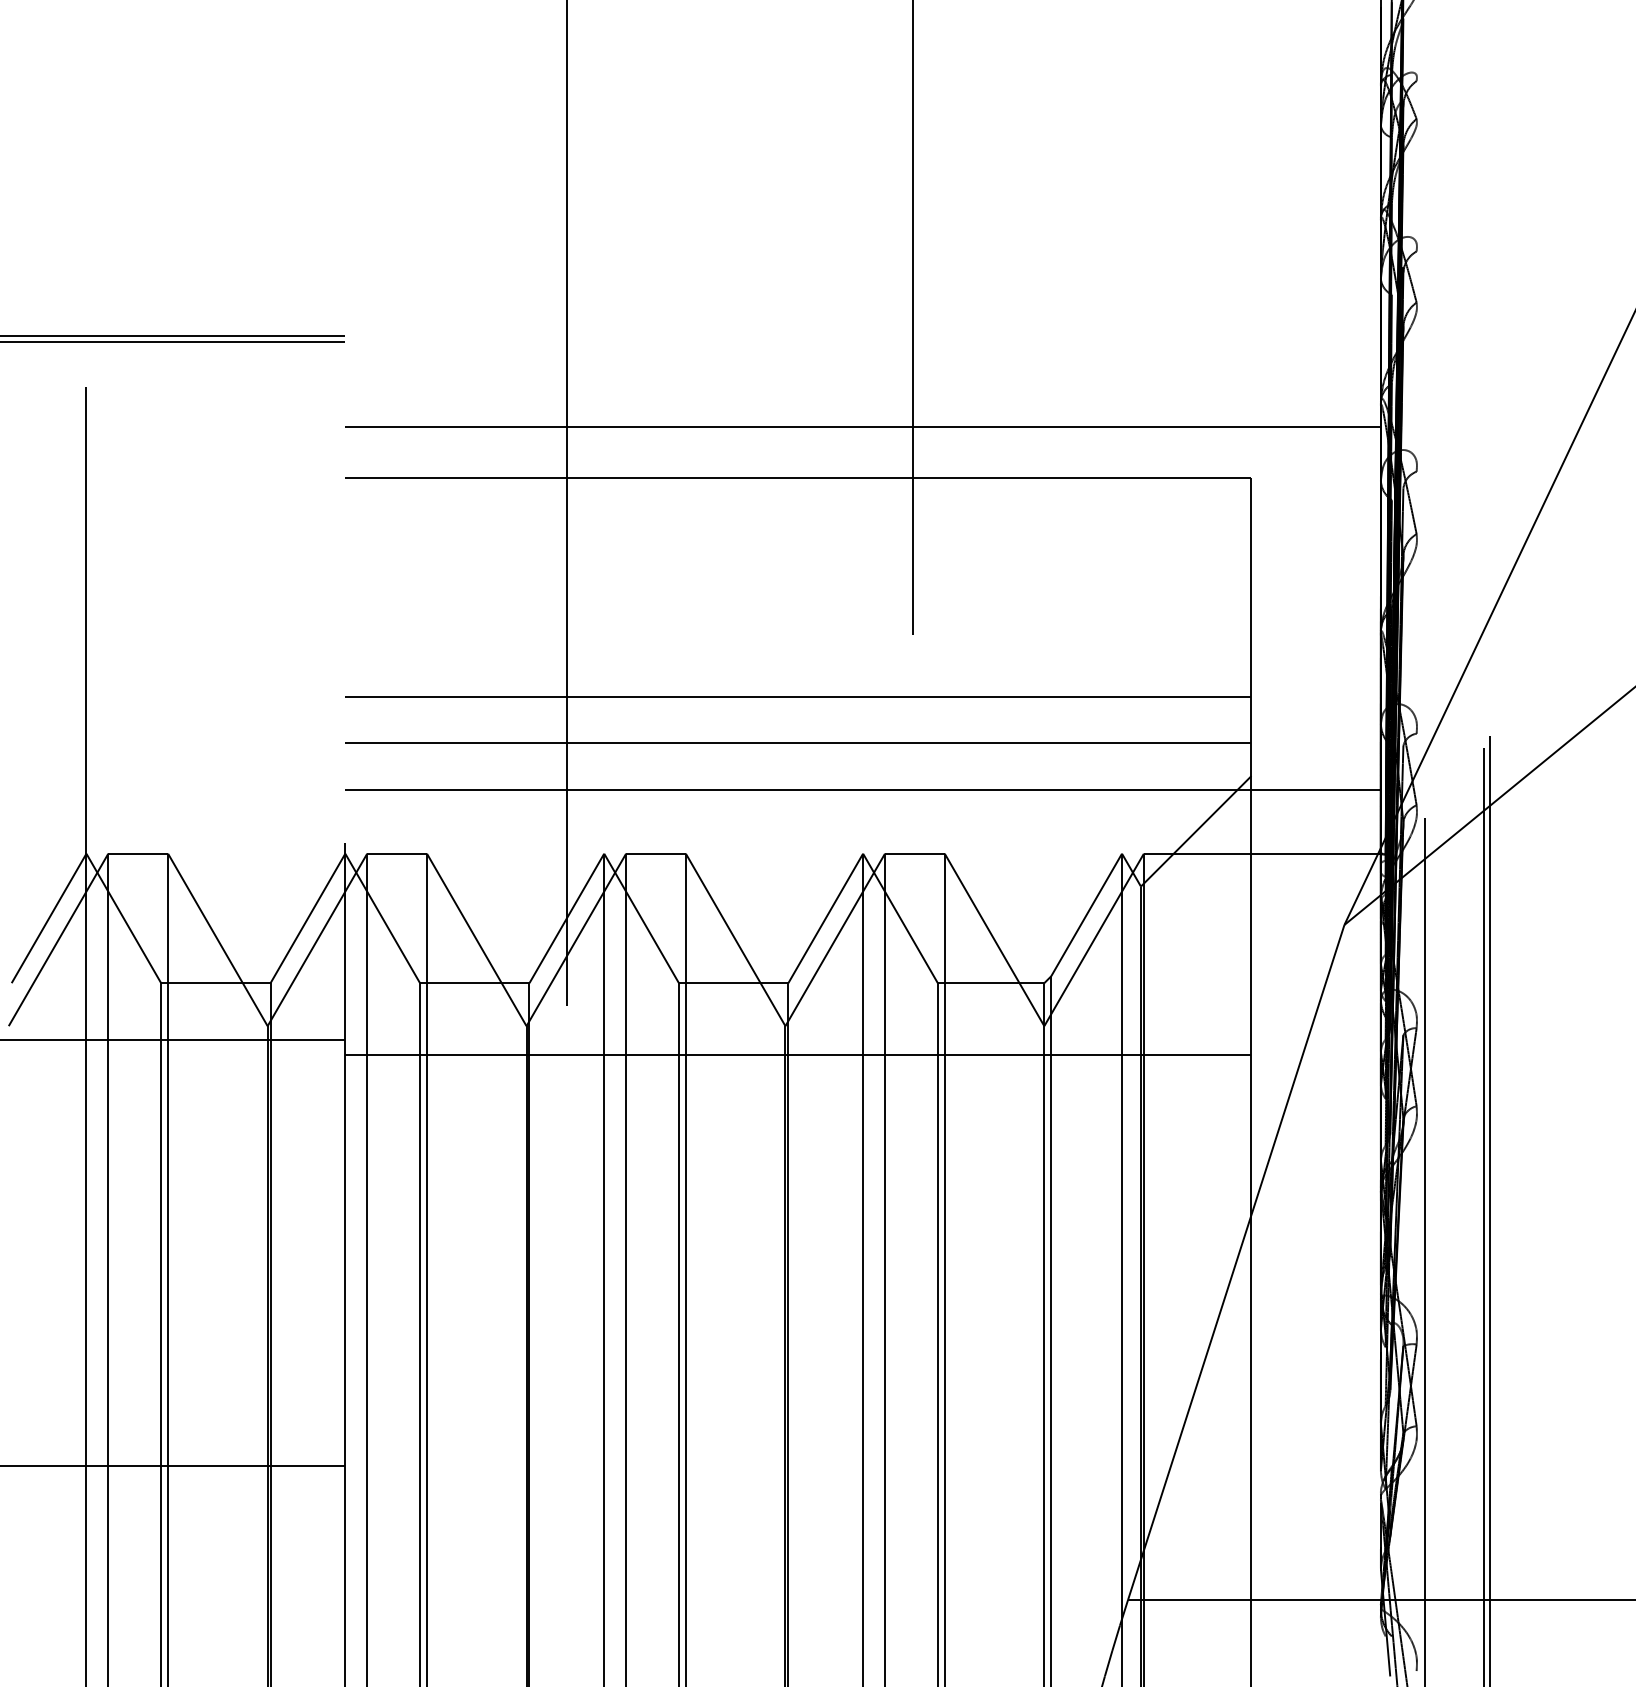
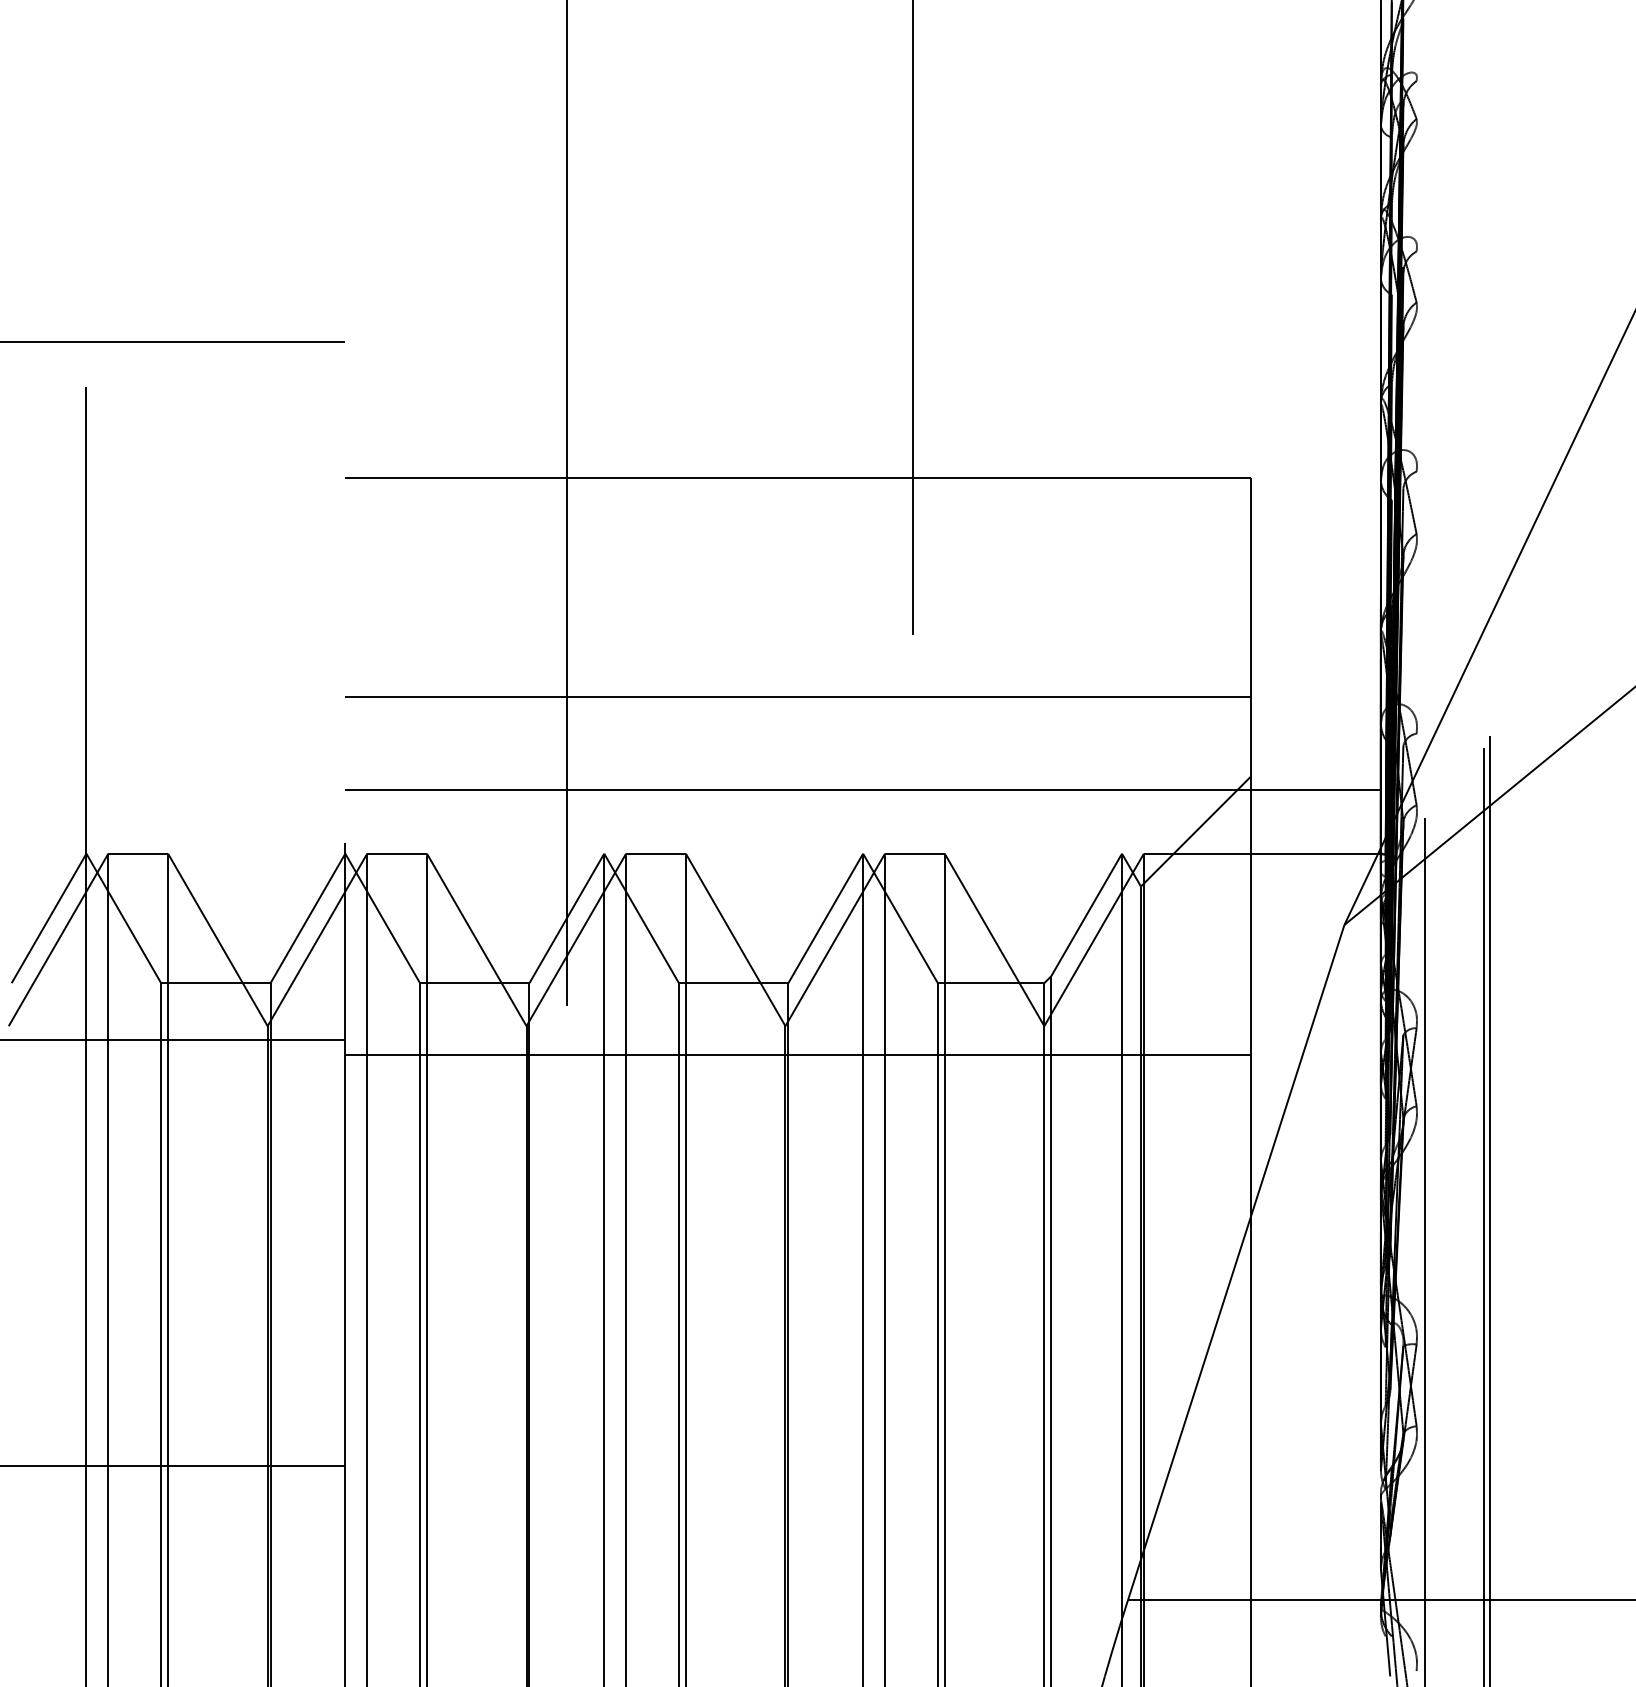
line at (173, 335): present -> none
line at (862, 426): present -> none
line at (798, 743): present -> none
